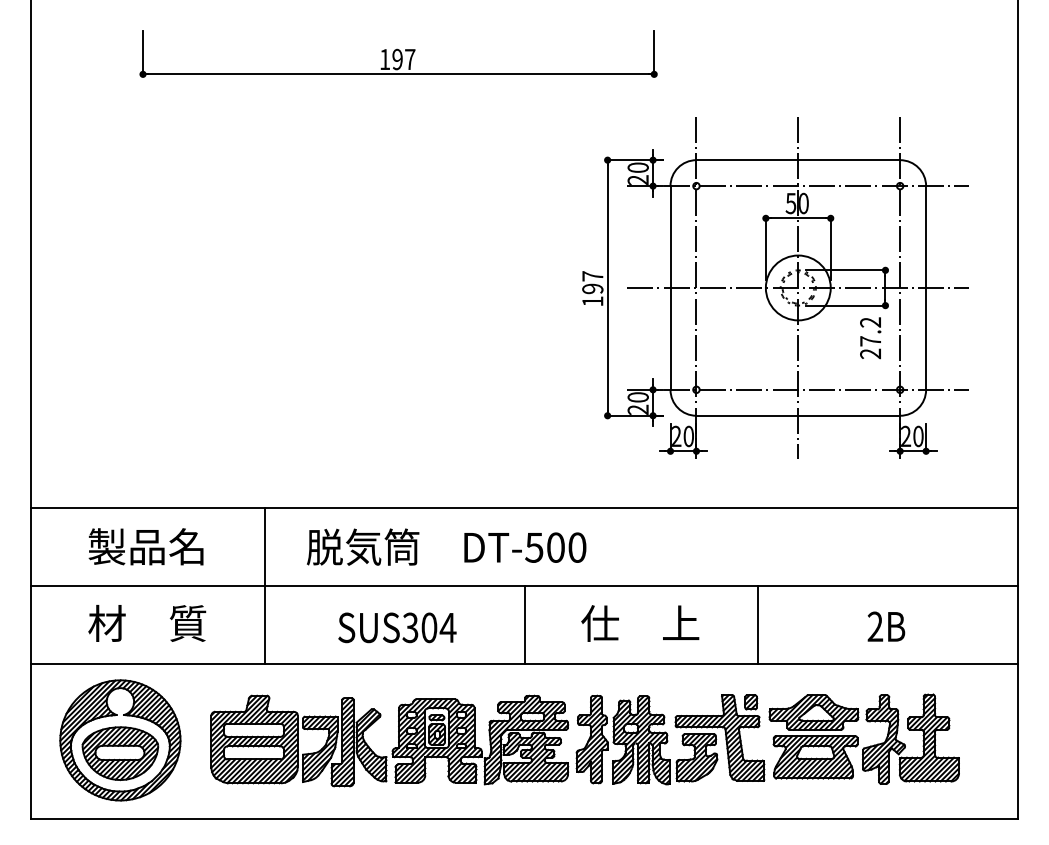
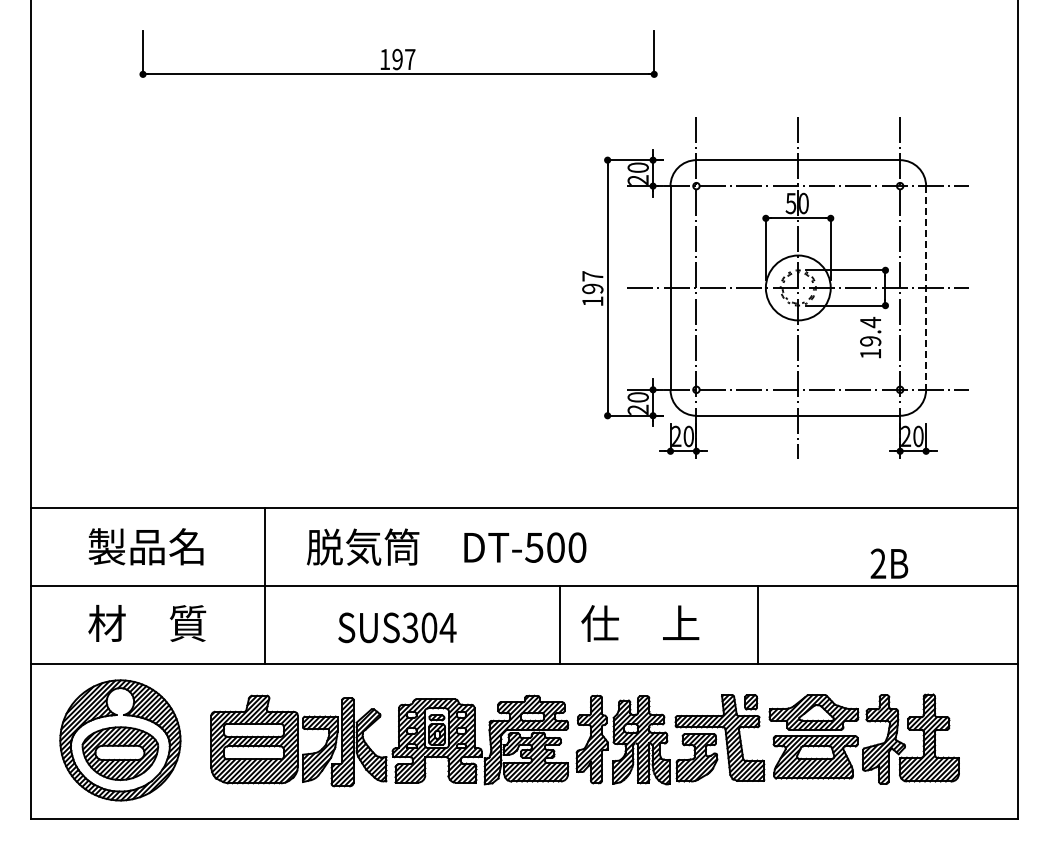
line at (926, 287): solid -> dashed
text at (870, 337): 27.2 -> 19.4
line at (524, 624) position: (524, 624) -> (559, 624)
text at (886, 626) position: (886, 626) -> (889, 563)
